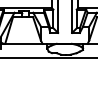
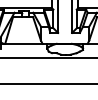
line at (48, 84): none -> present
